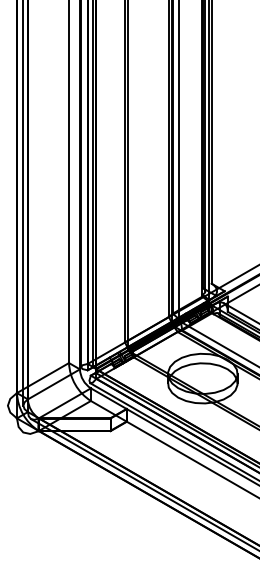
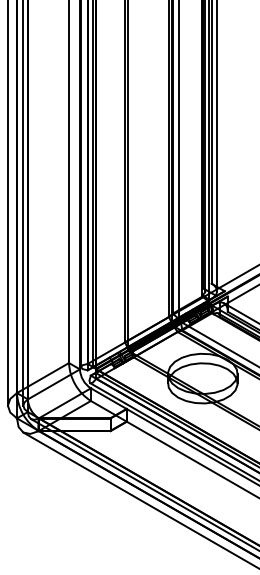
line at (217, 146): none -> present
line at (7, 203): none -> present
line at (139, 499): none -> present
